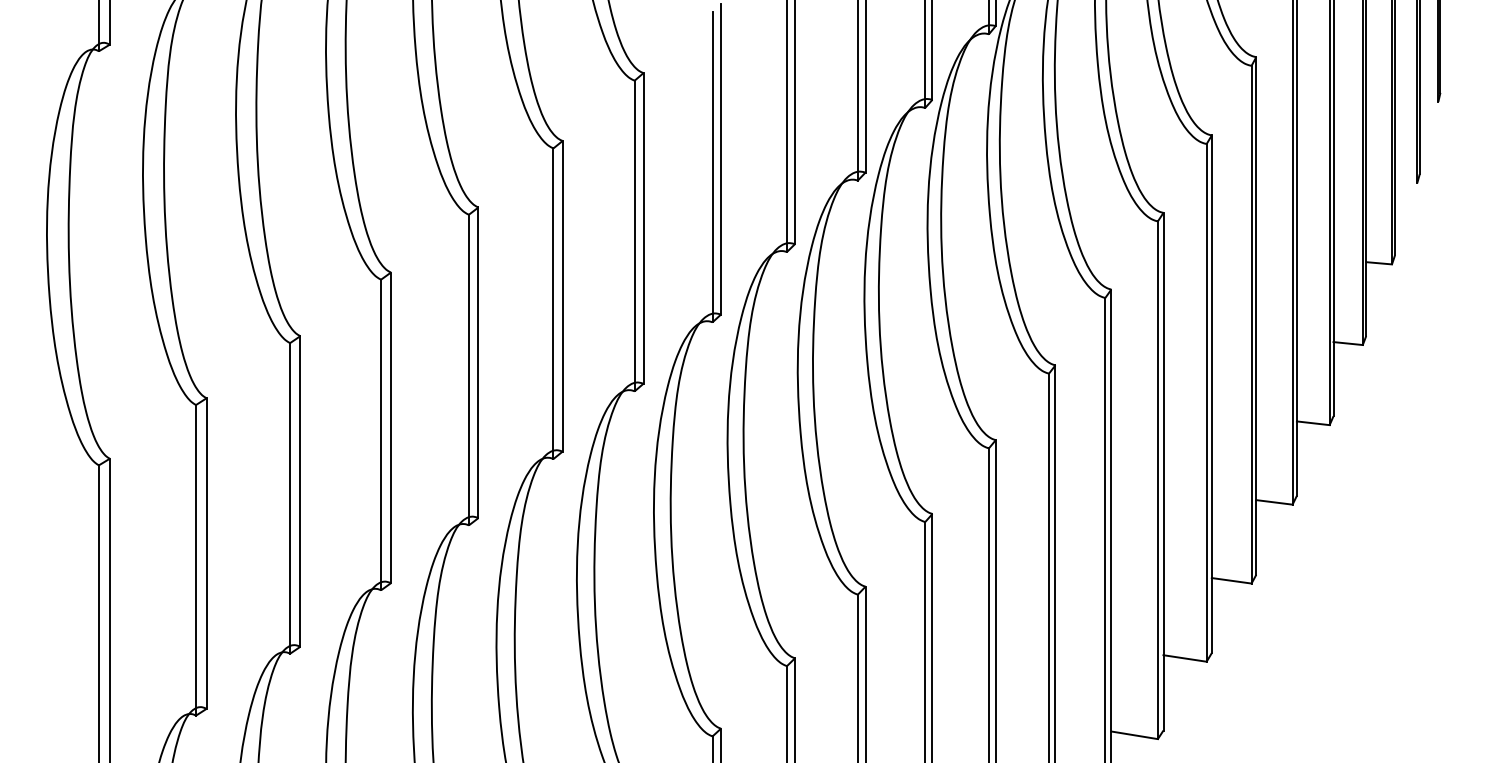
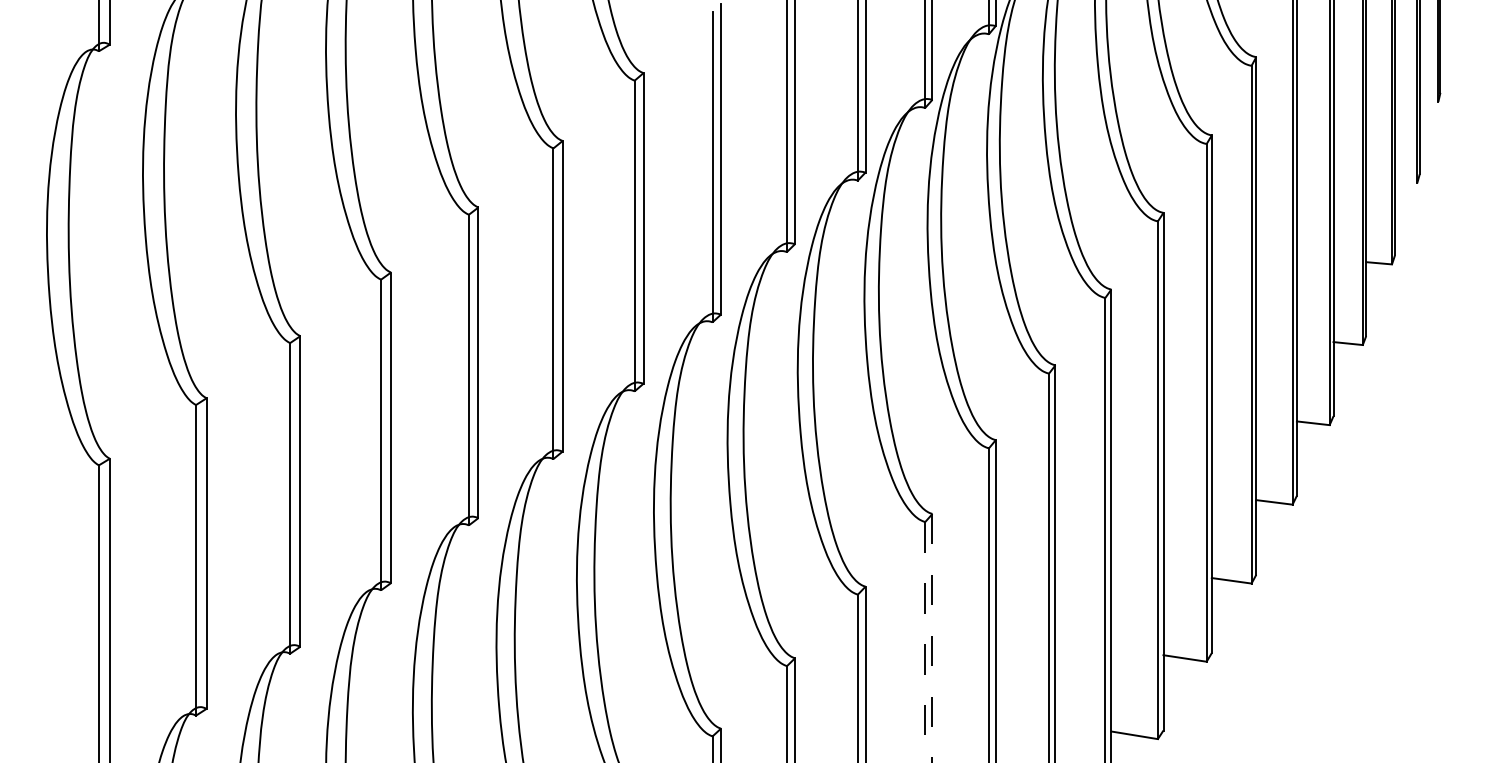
line at (932, 638): solid -> dashed
line at (925, 642): solid -> dashed
